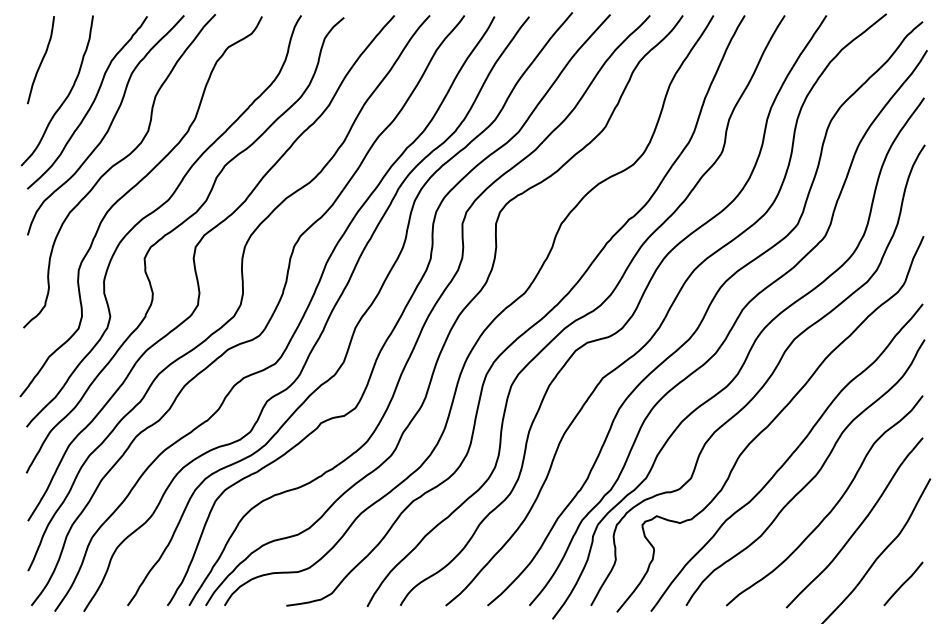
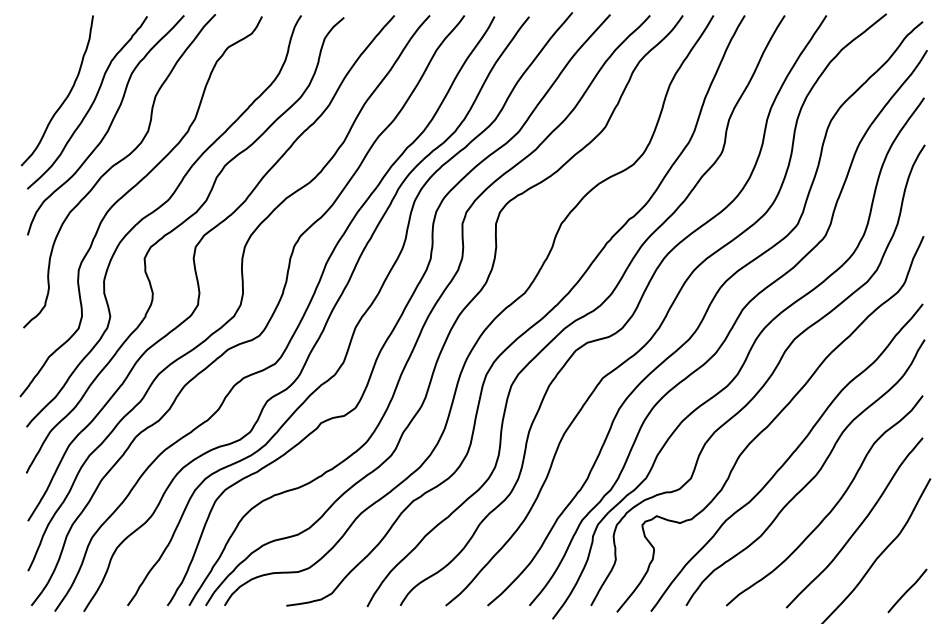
curve at (41, 60): present -> none
line at (903, 583) position: (903, 583) -> (907, 590)
